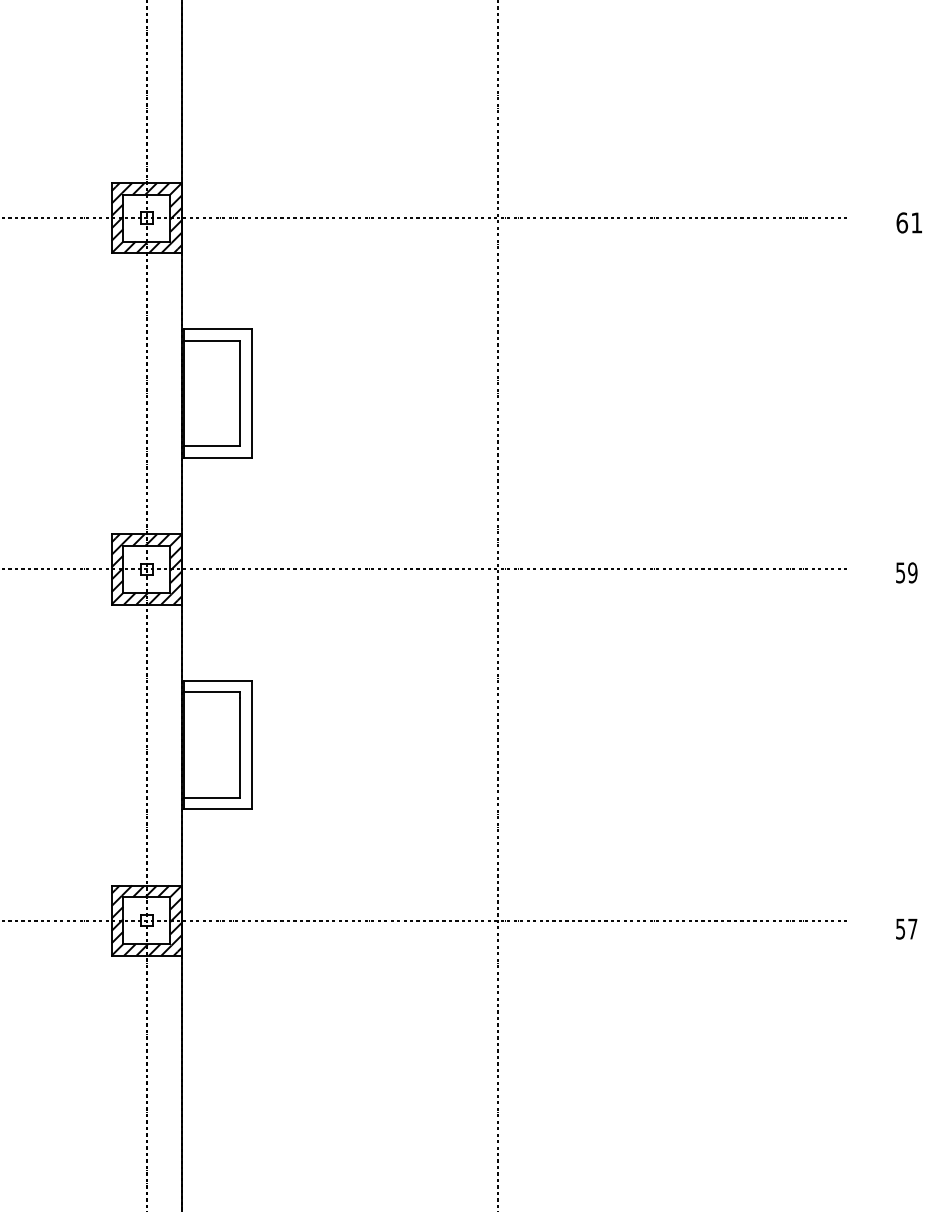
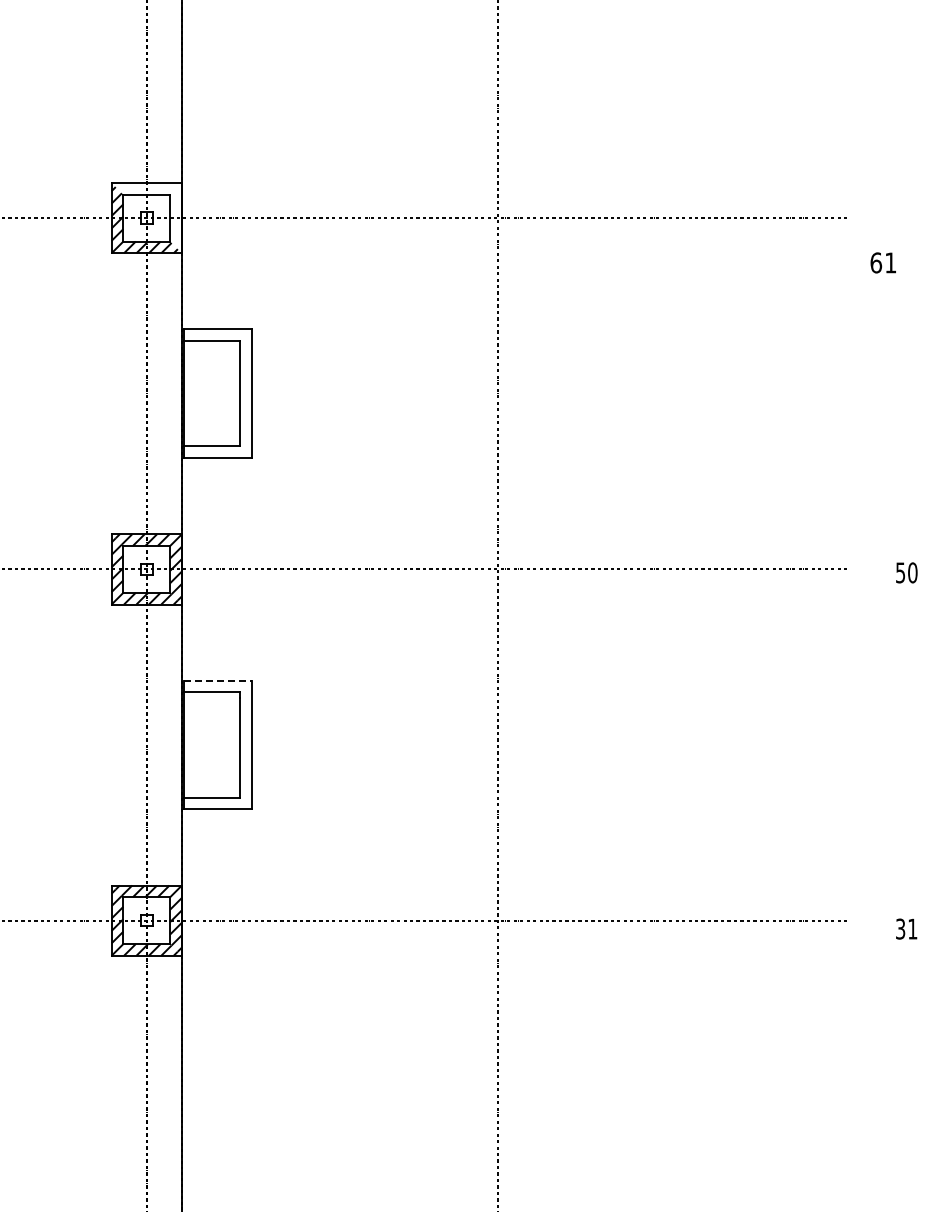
hatch at (148, 216): present -> none
text at (908, 222) position: (908, 222) -> (882, 262)
text at (912, 572): 59 -> 50
line at (218, 680): solid -> dashed
text at (906, 928): 57 -> 31
